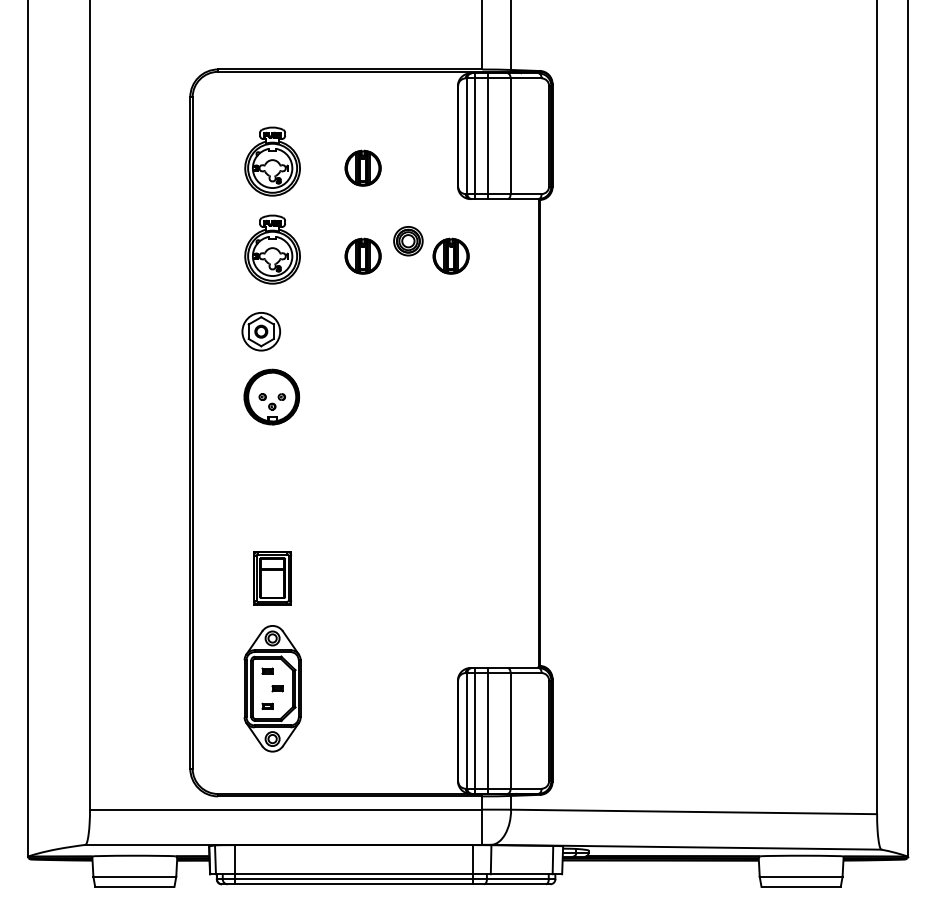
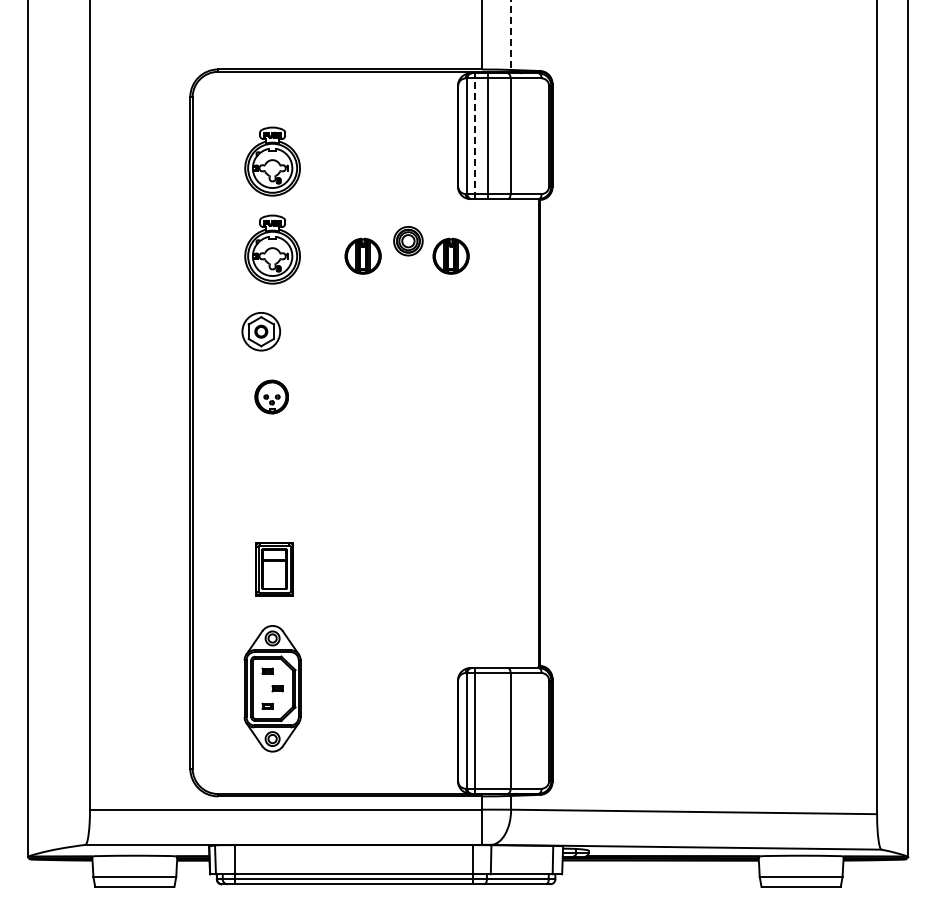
line at (511, 35): solid -> dashed
line at (474, 136): solid -> dashed
part at (362, 167): present -> none
part at (271, 396) size: 57x58 px -> 35x36 px
part at (272, 578) position: (272, 578) -> (274, 569)
line at (487, 730): present -> none
